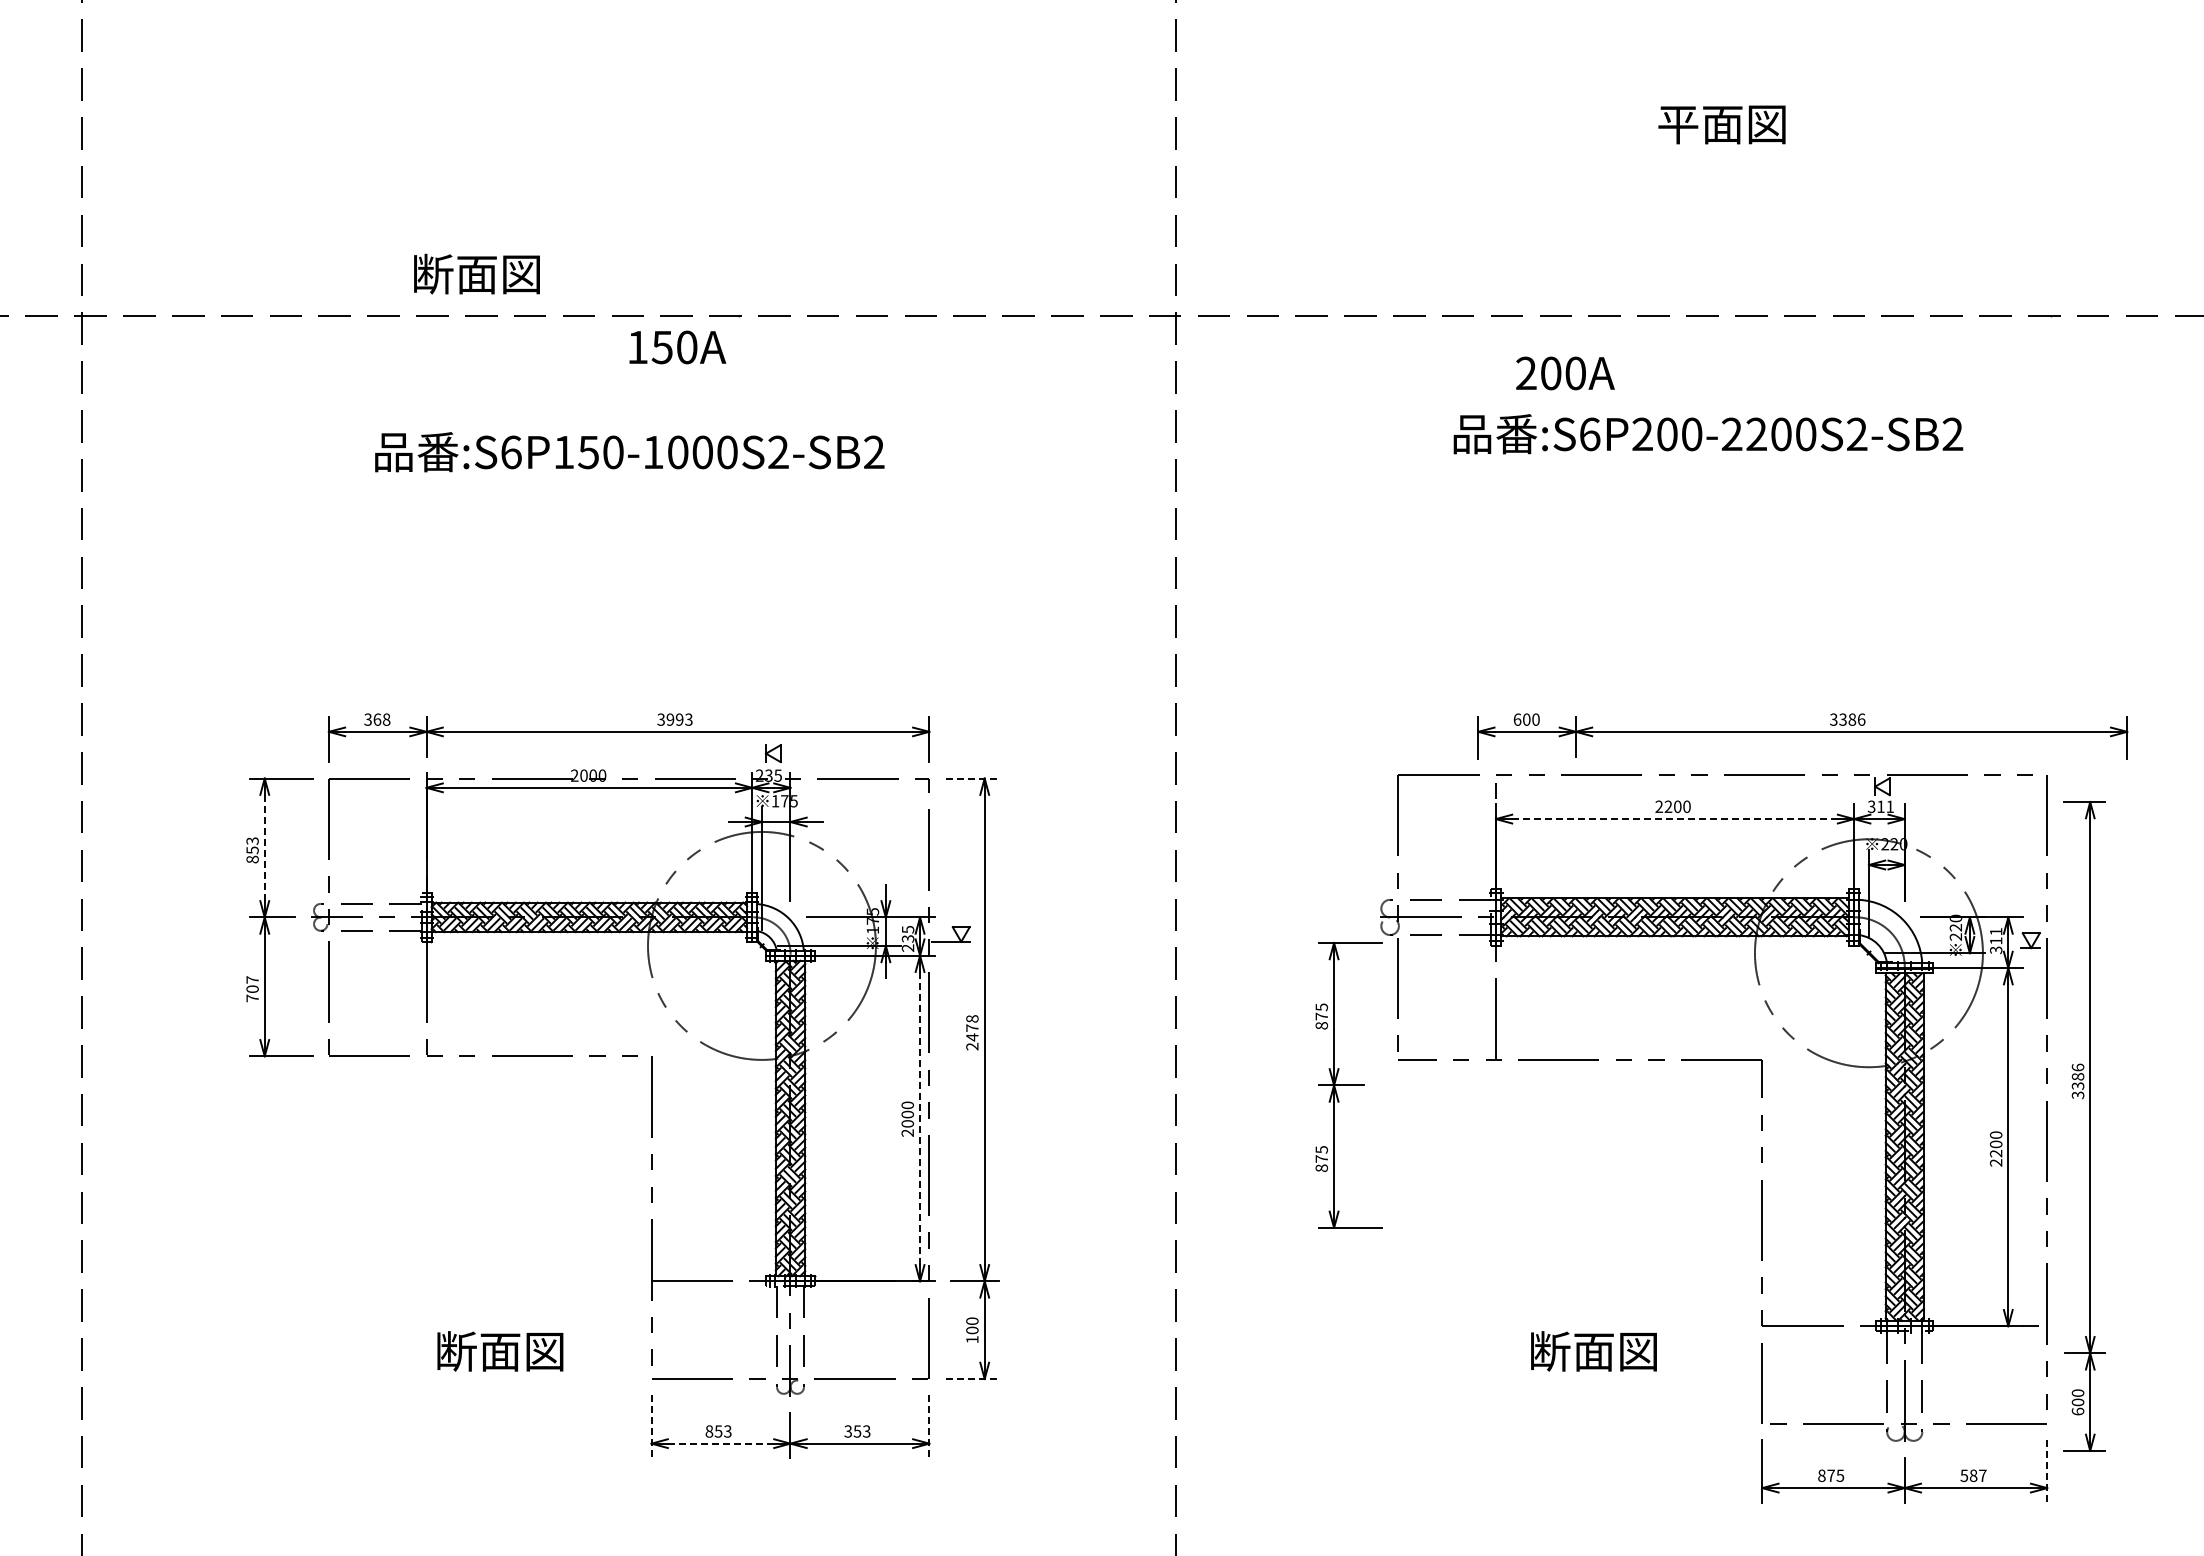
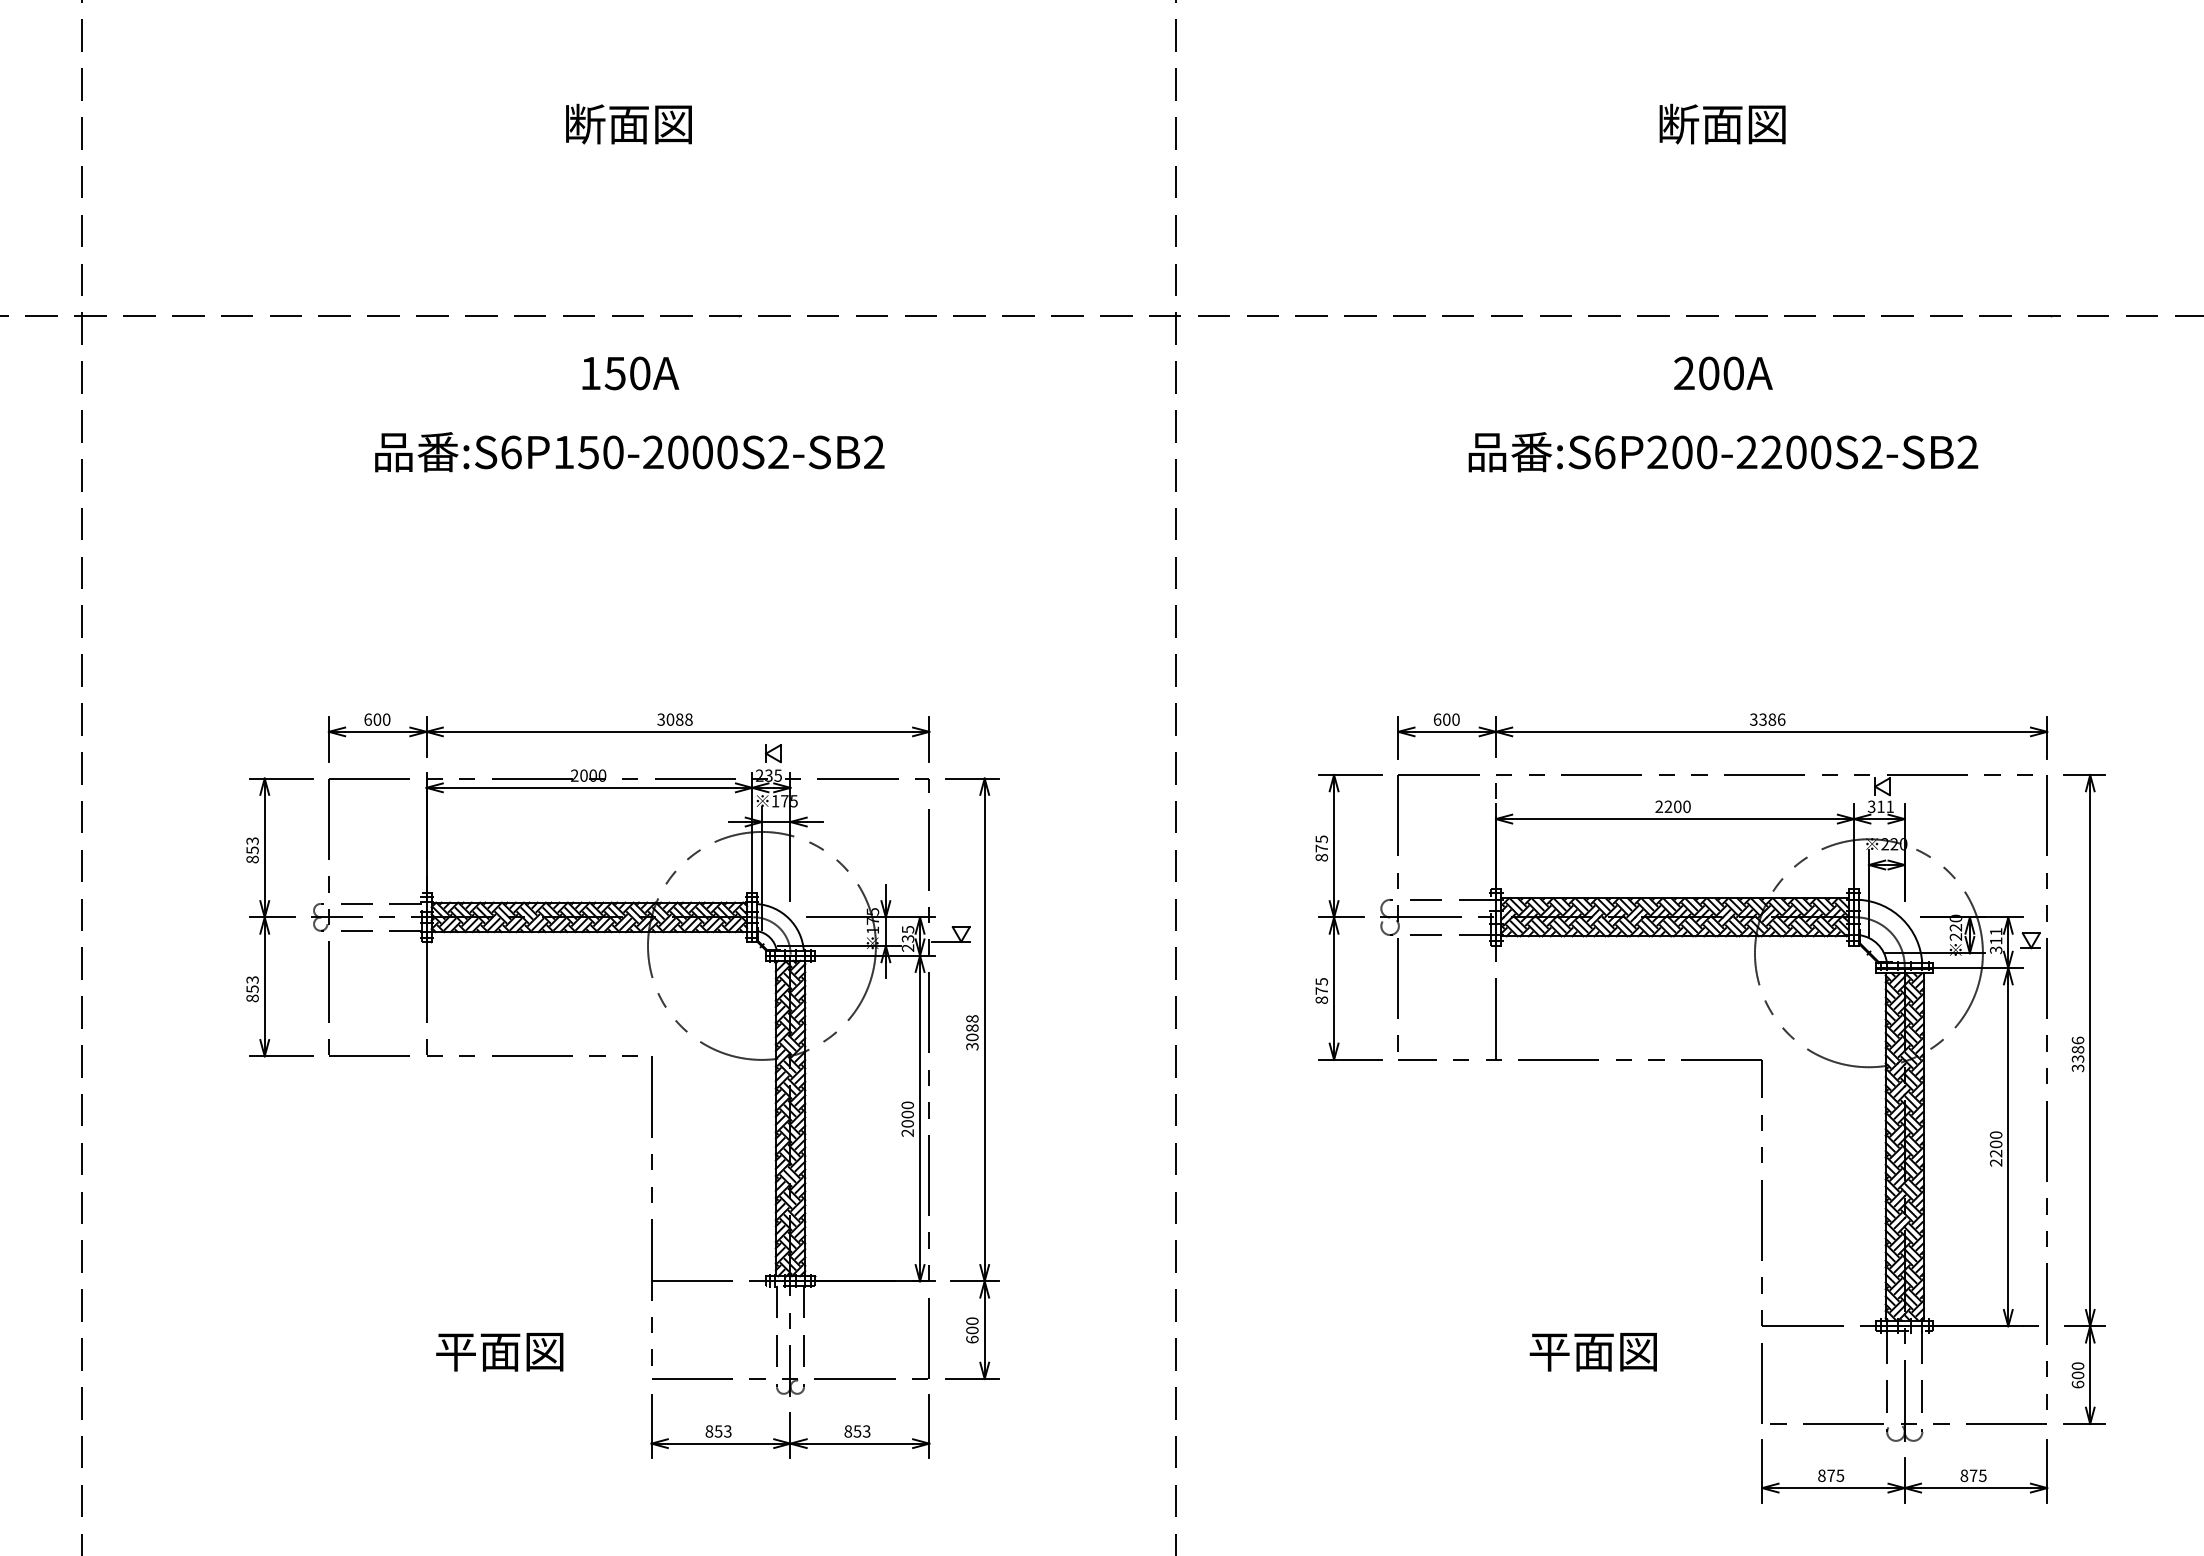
text at (1678, 123): 平面図 -> 断面図
text at (476, 273) position: (476, 273) -> (628, 123)
text at (677, 347) position: (677, 347) -> (630, 373)
text at (1565, 373) position: (1565, 373) -> (1723, 373)
text at (1708, 434) position: (1708, 434) -> (1723, 452)
text at (653, 451): :S6P150-1000S2-SB2 -> :S6P150-2000S2-SB2
text at (377, 719): 368 -> 600
text at (679, 719): 3993 -> 3088
part at (1802, 736) position: (1802, 736) -> (1722, 736)
line at (972, 778): dashed -> solid
line at (1675, 819): dashed -> solid
line at (264, 848): dashed -> solid
text at (252, 989): 707 -> 853
text at (972, 1037): 2478 -> 3088
part at (1348, 1085) position: (1348, 1085) -> (1348, 917)
line at (920, 1118): dashed -> solid
part at (2084, 1126) position: (2084, 1126) -> (2084, 1099)
text at (972, 1339): 100 -> 600
text at (456, 1351): 断面図 -> 平面図
text at (1549, 1351): 断面図 -> 平面図
line at (972, 1379): dashed -> solid
line at (651, 1426): dashed -> solid
line at (929, 1426): dashed -> solid
text at (848, 1431): 353 -> 853
line at (721, 1443): dashed -> solid
line at (2047, 1471): dashed -> solid
text at (1973, 1475): 587 -> 875
